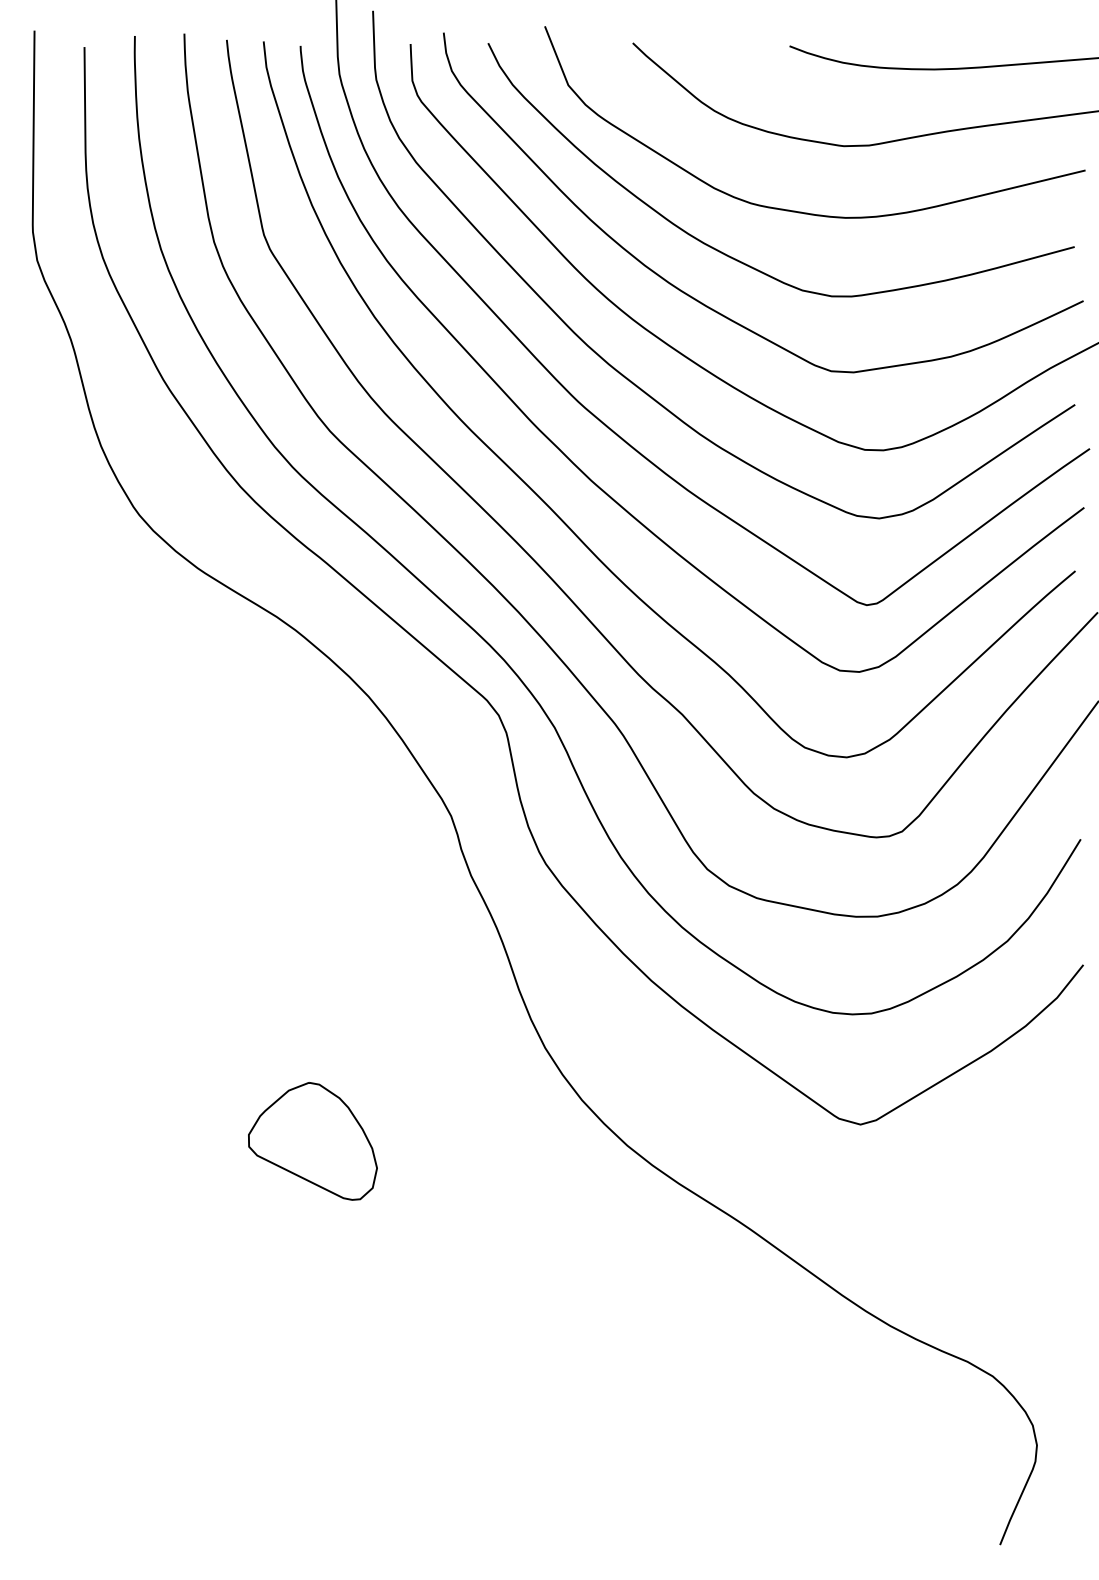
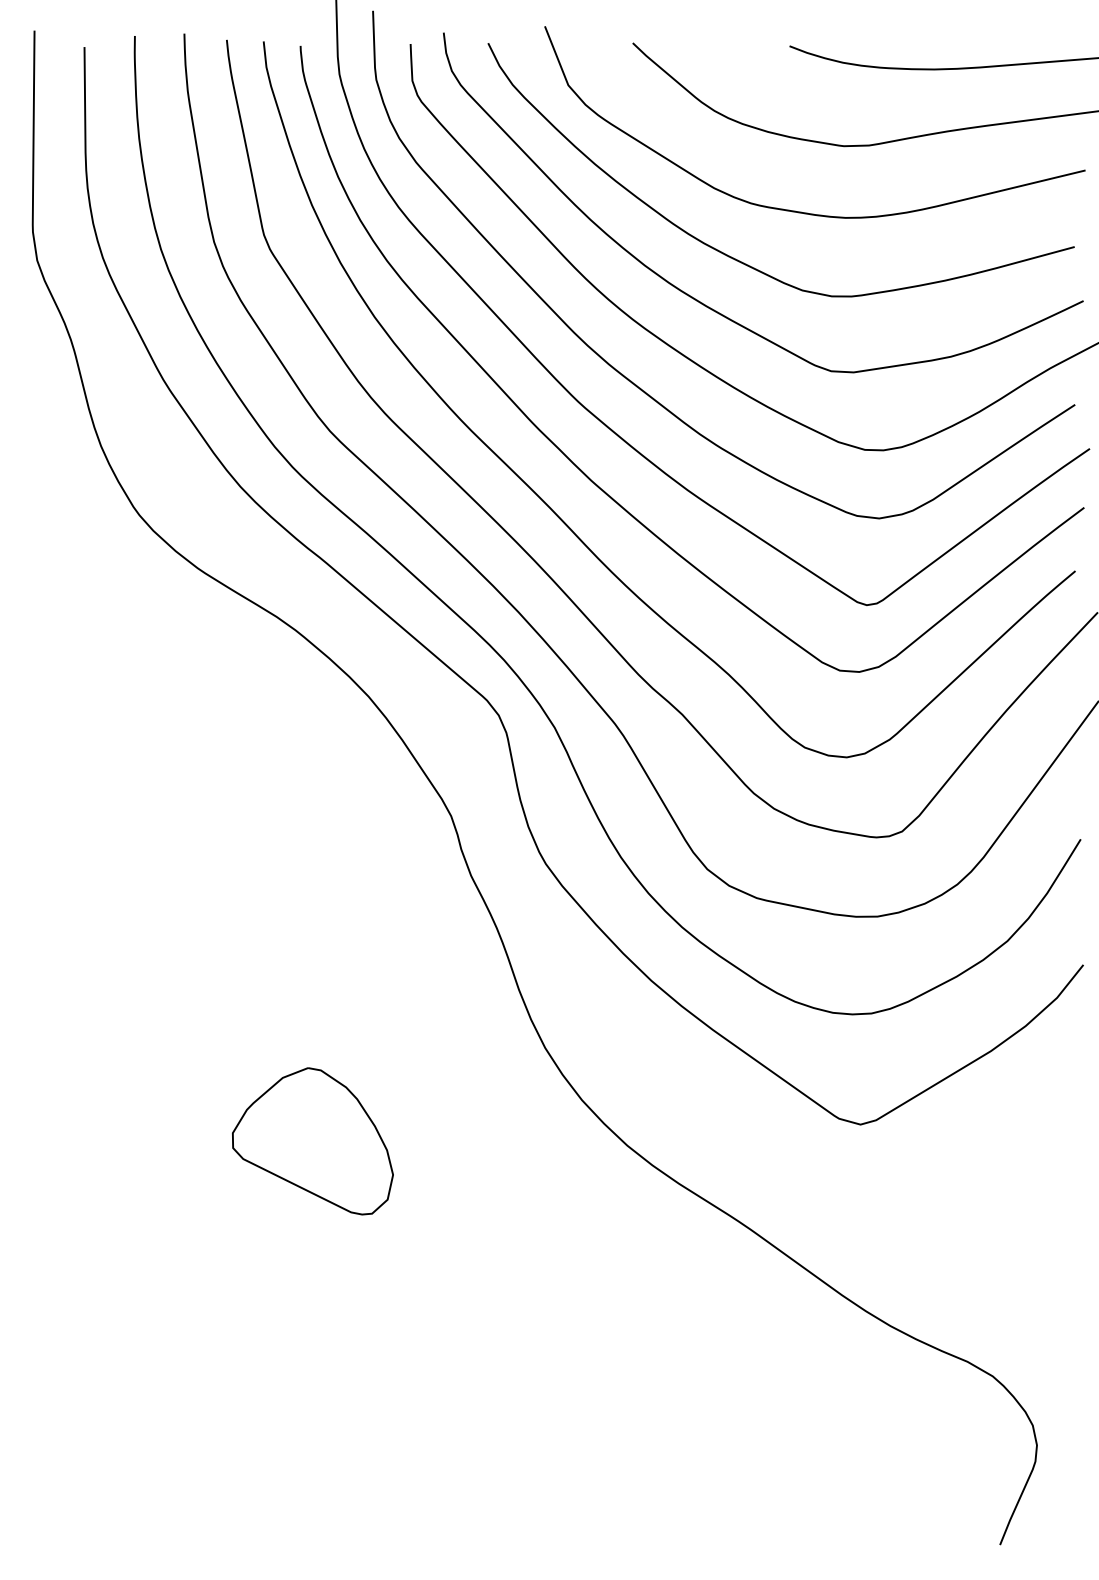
part at (312, 1141) size: 130x119 px -> 162x149 px
